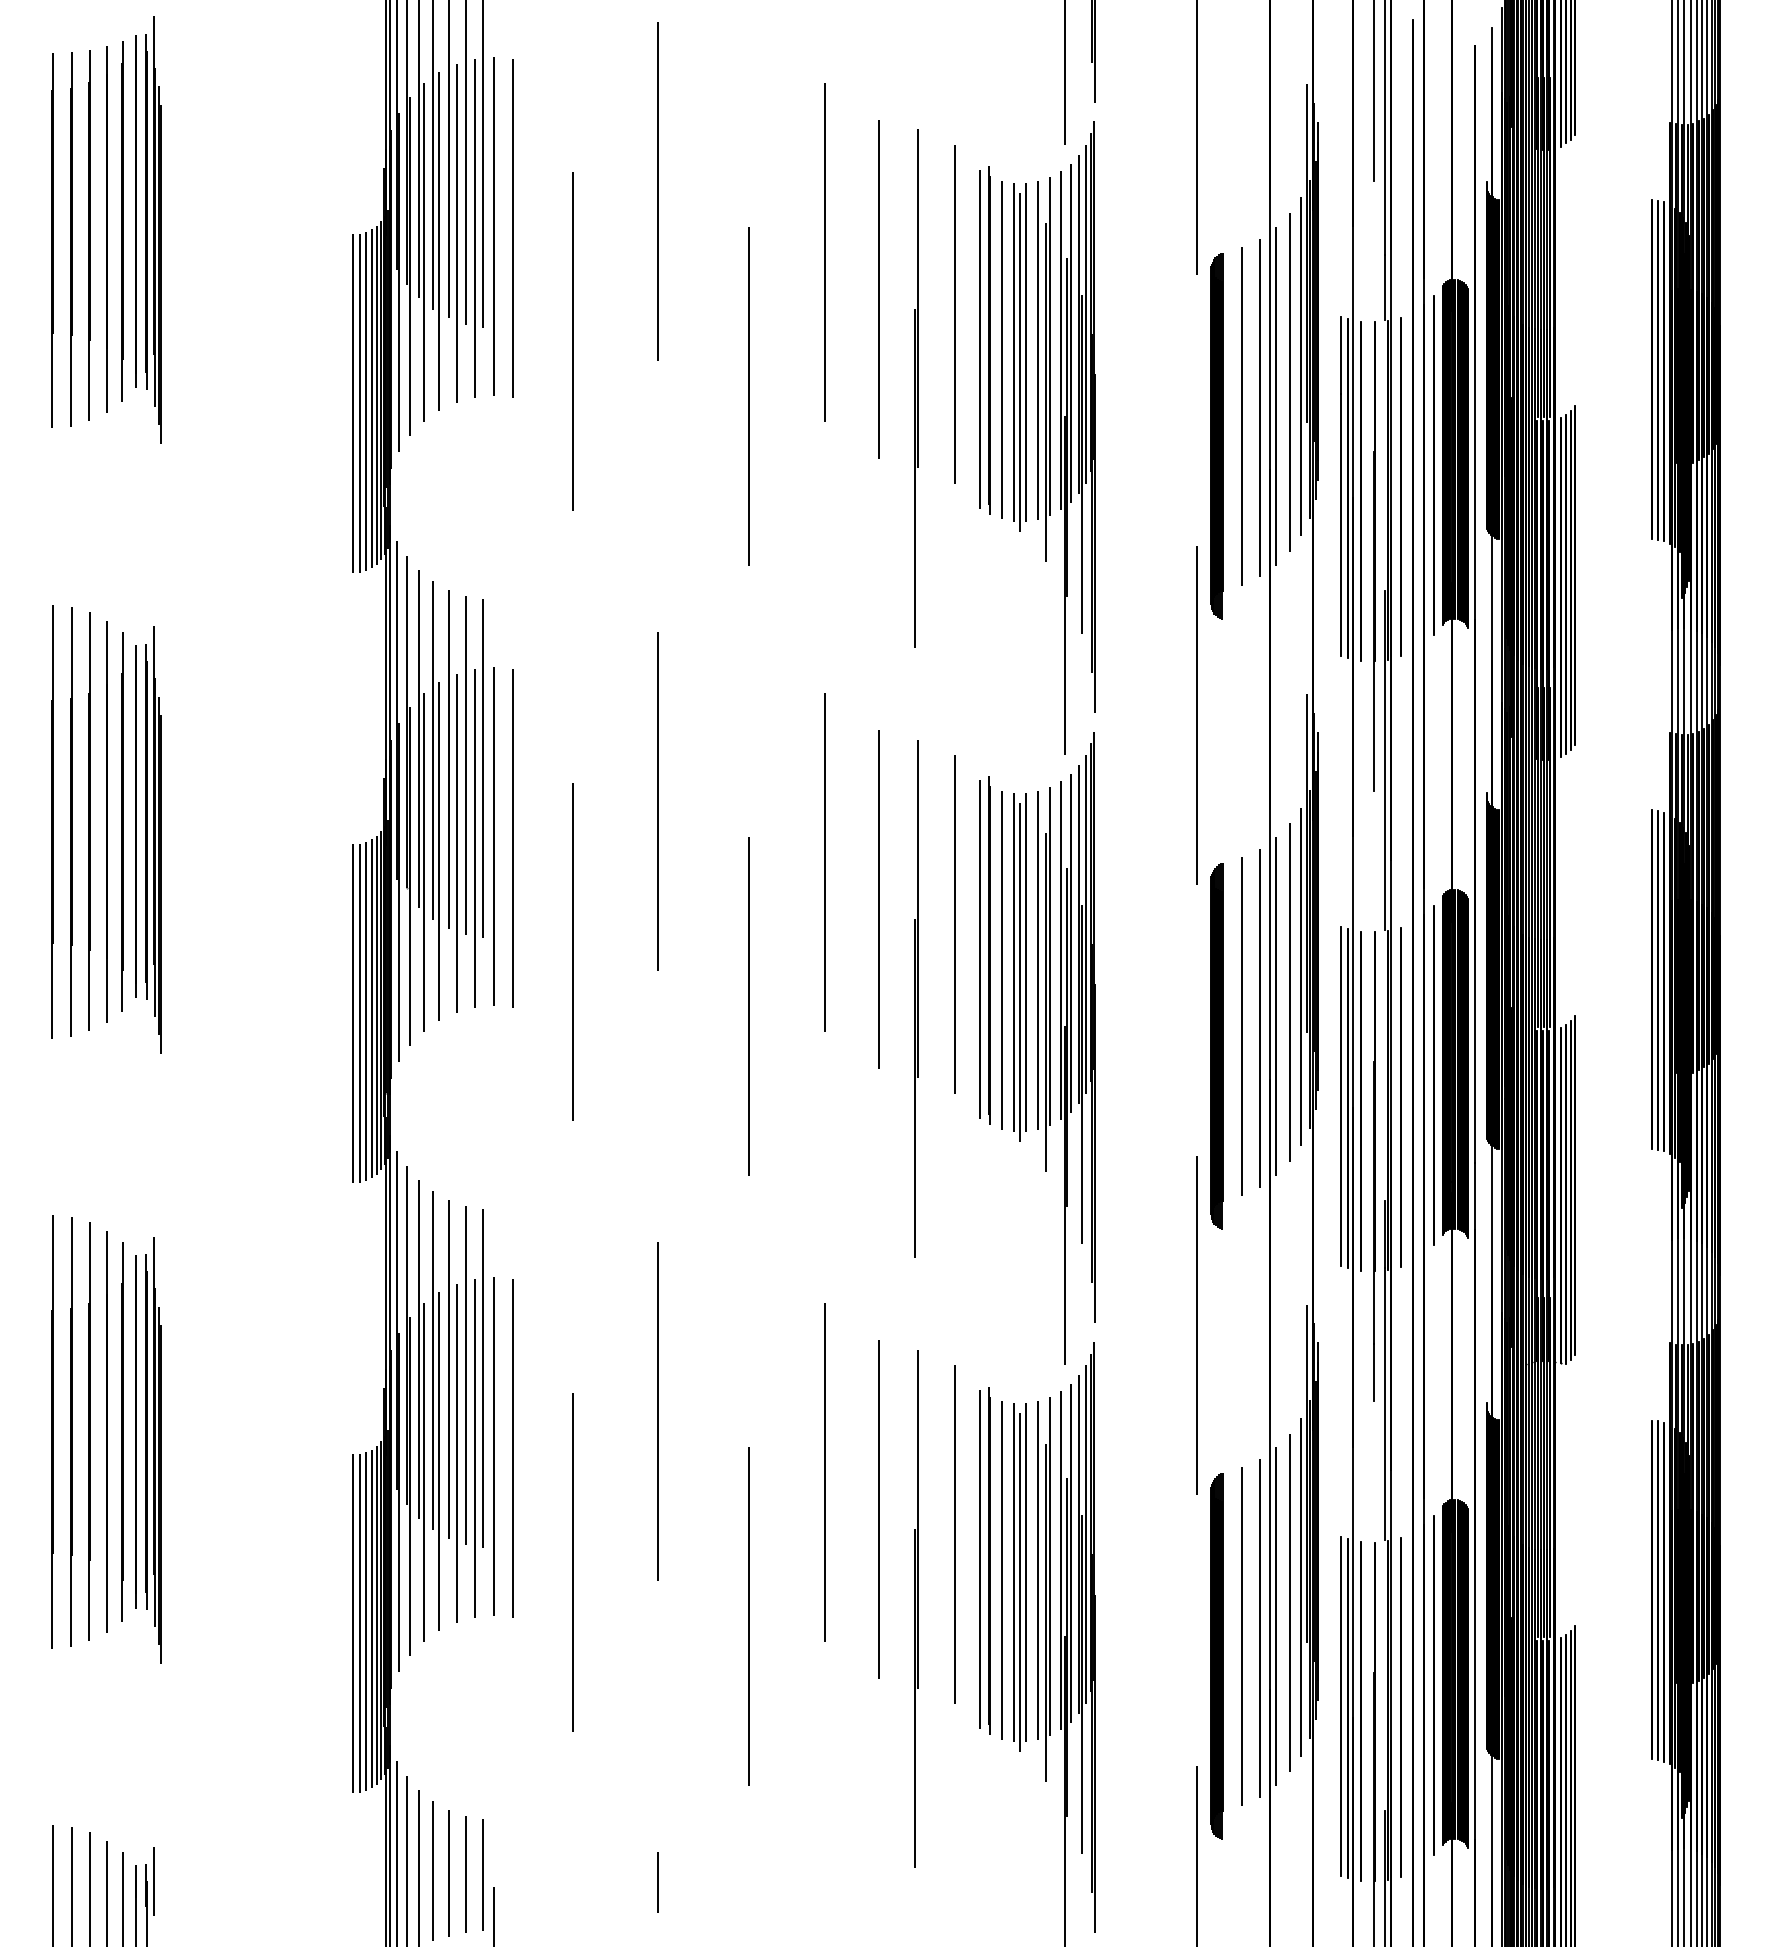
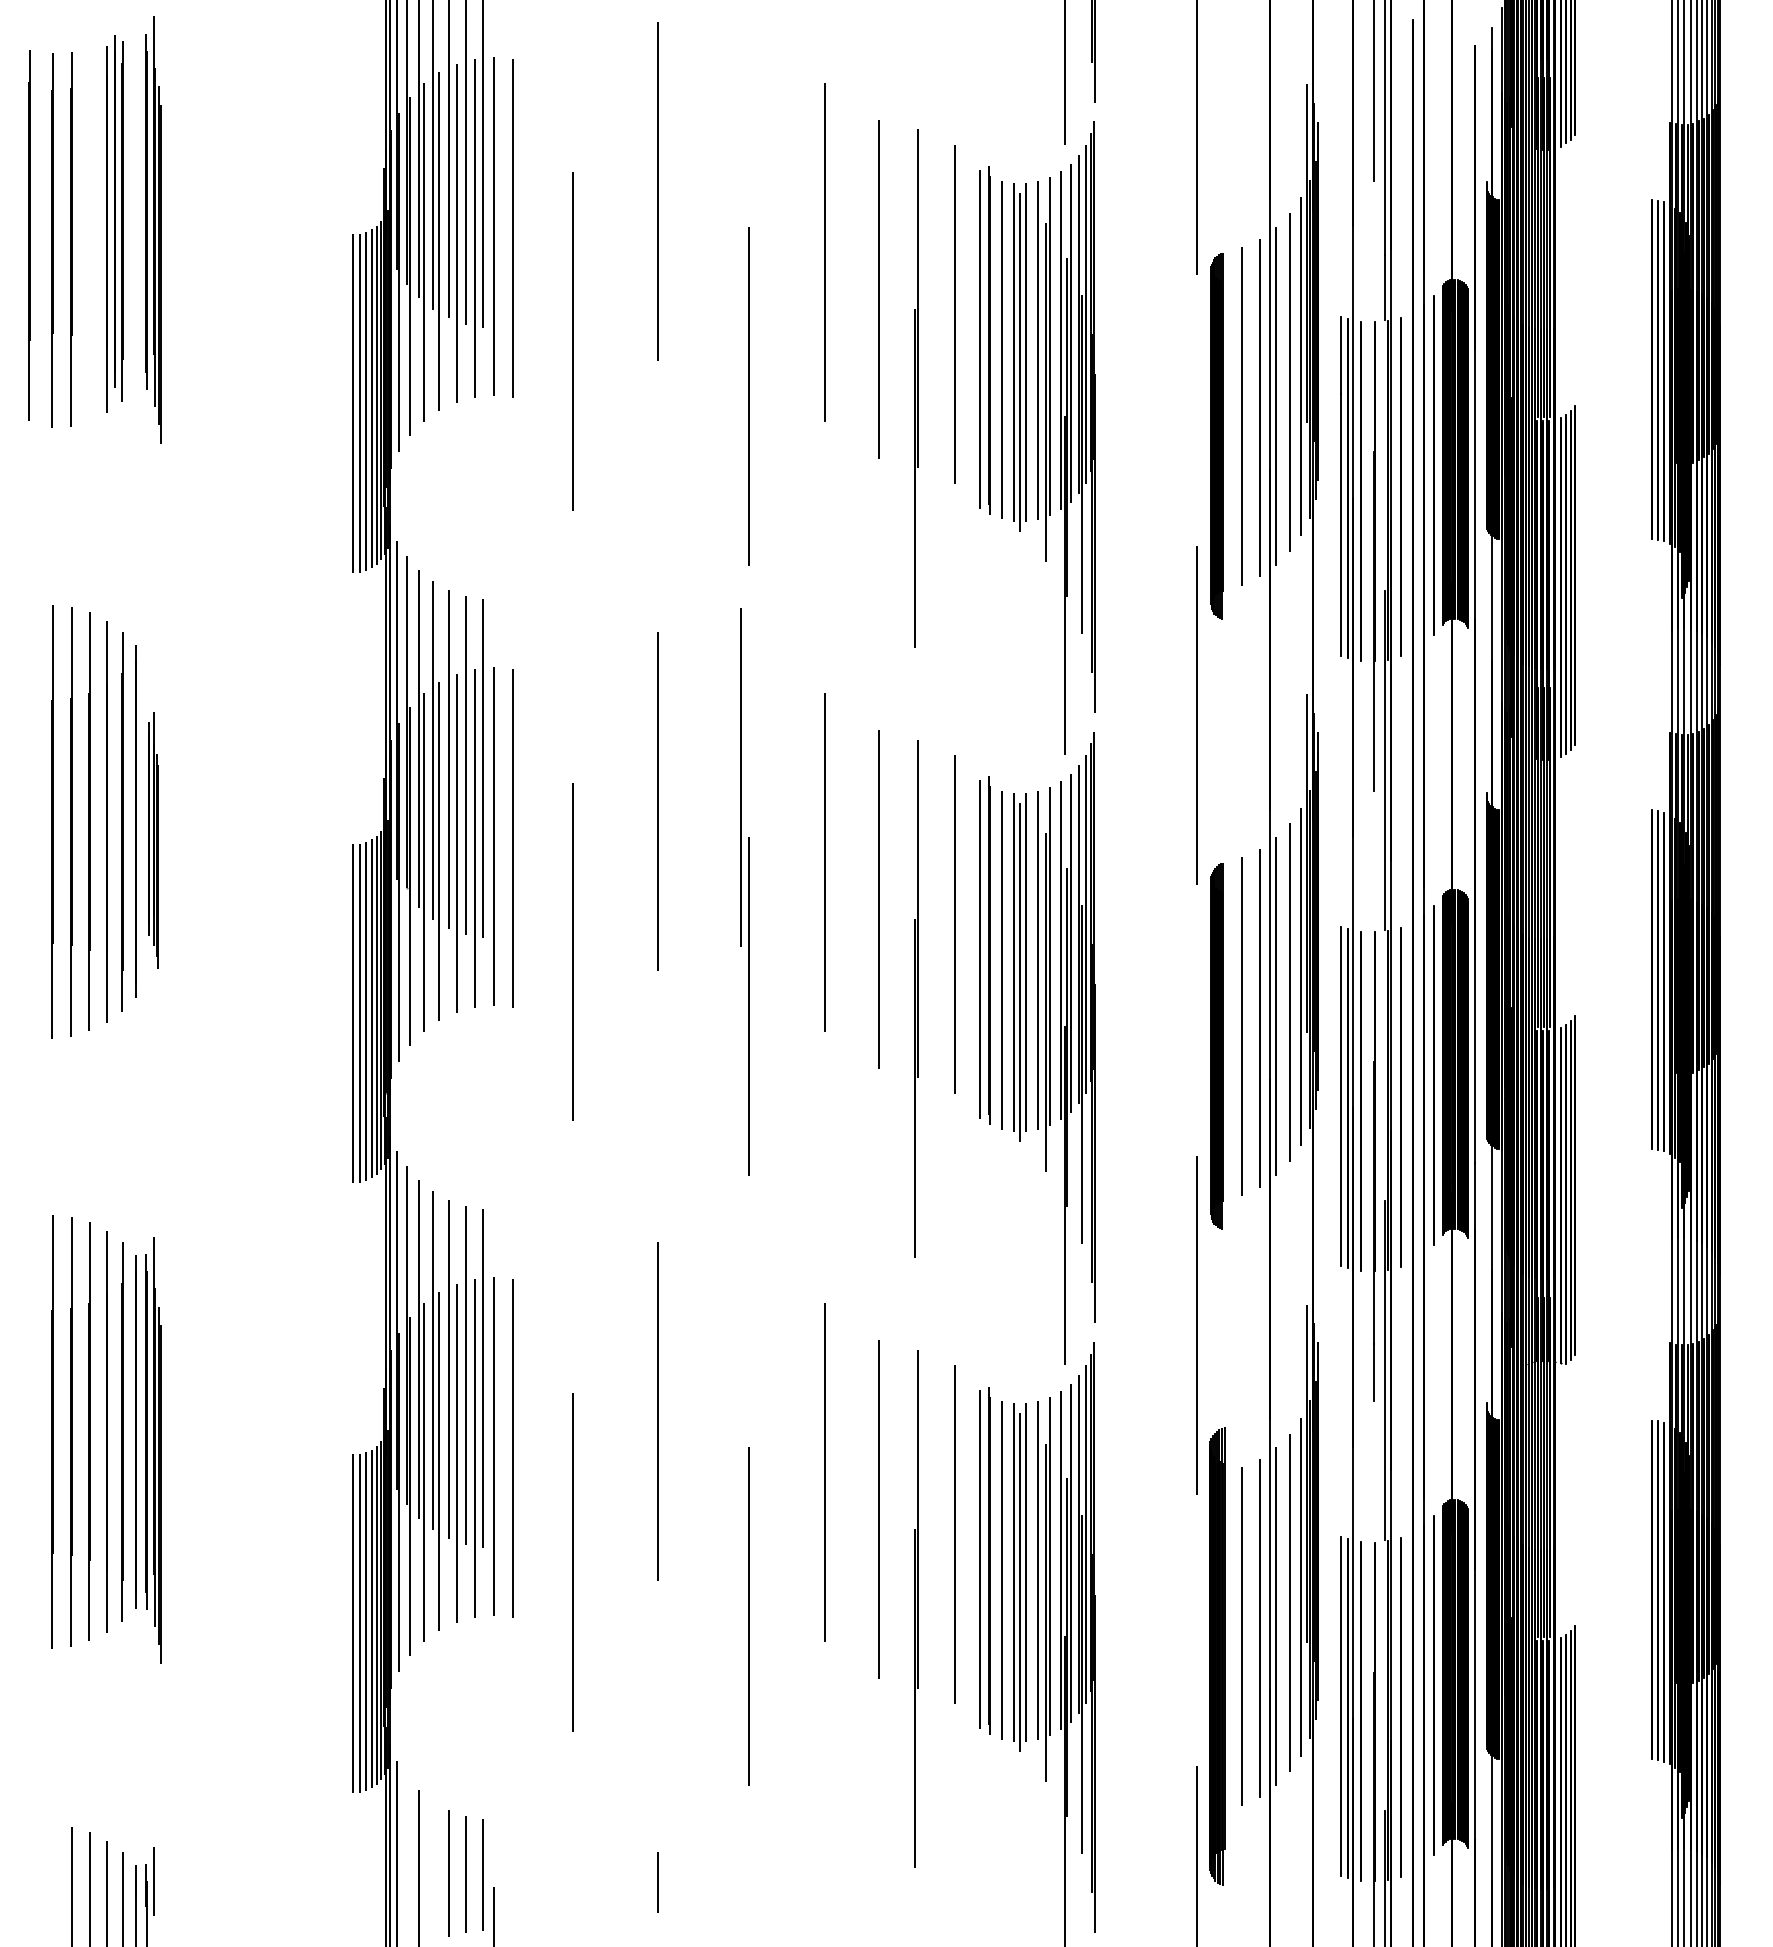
line at (135, 211) position: (135, 211) -> (114, 211)
line at (89, 235) position: (89, 235) -> (29, 235)
line at (740, 777): none -> present
part at (153, 839) size: 17x428 px -> 11x257 px
part at (1216, 1656) size: 14x367 px -> 17x459 px
line at (407, 1859): present -> none
line at (433, 1870): present -> none
line at (53, 1883): present -> none
